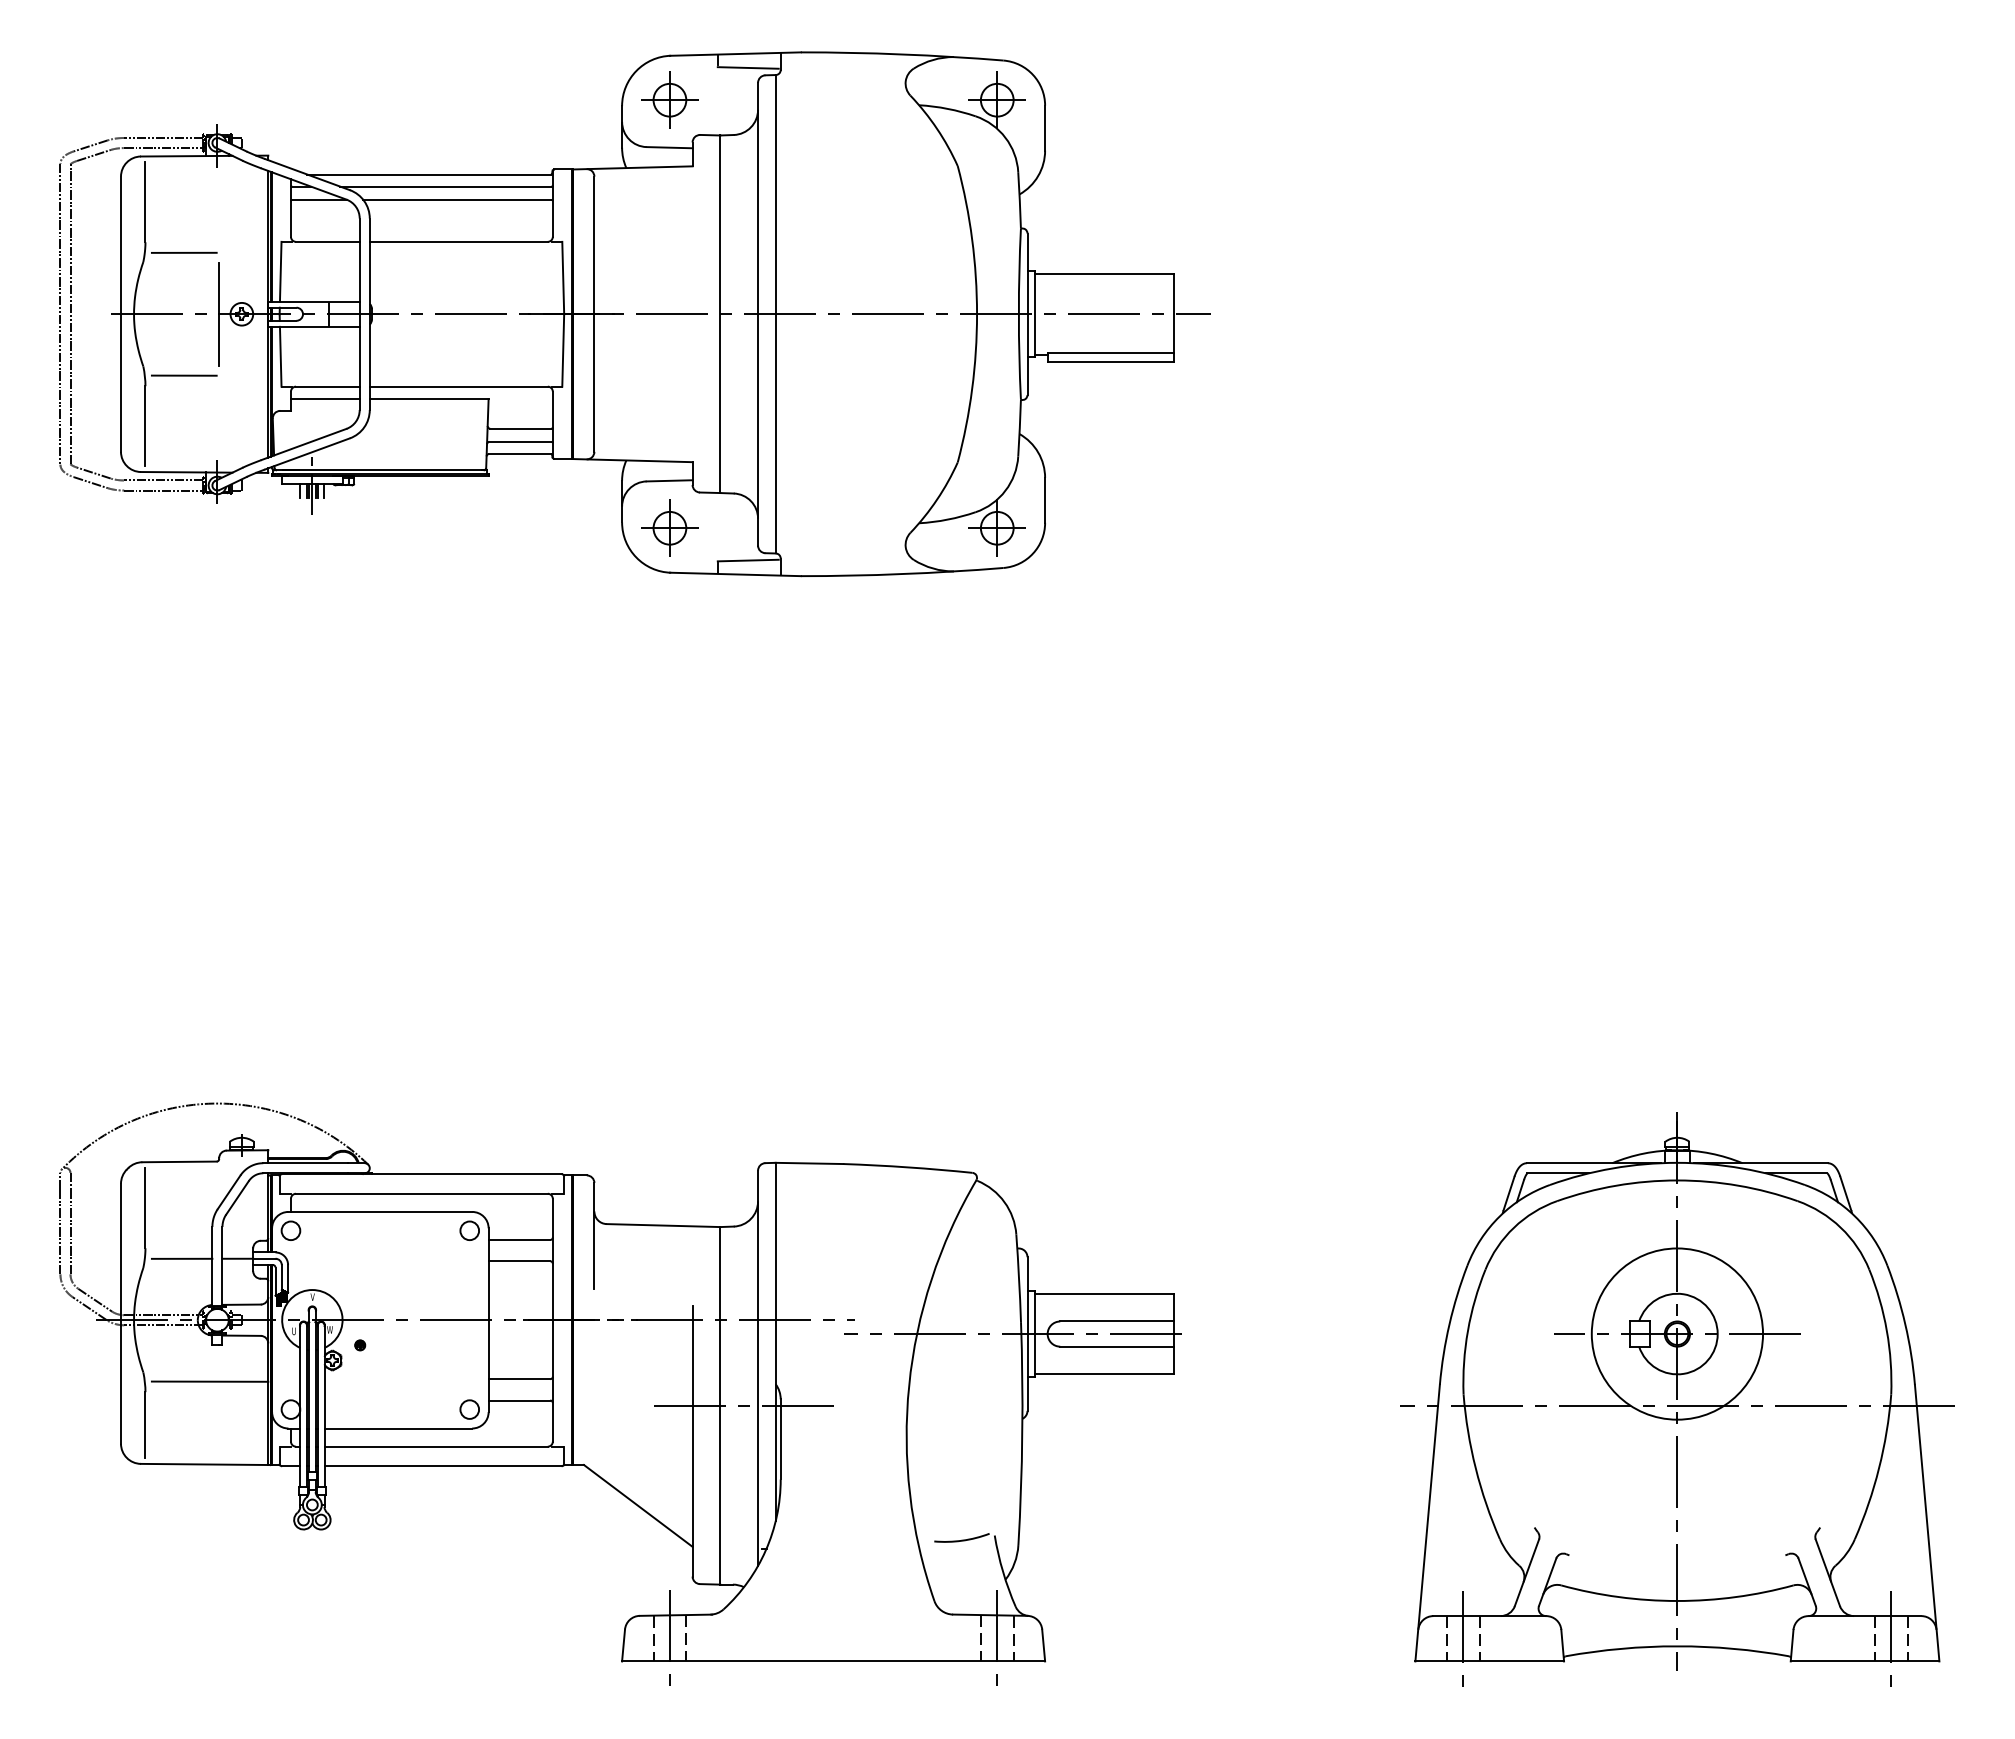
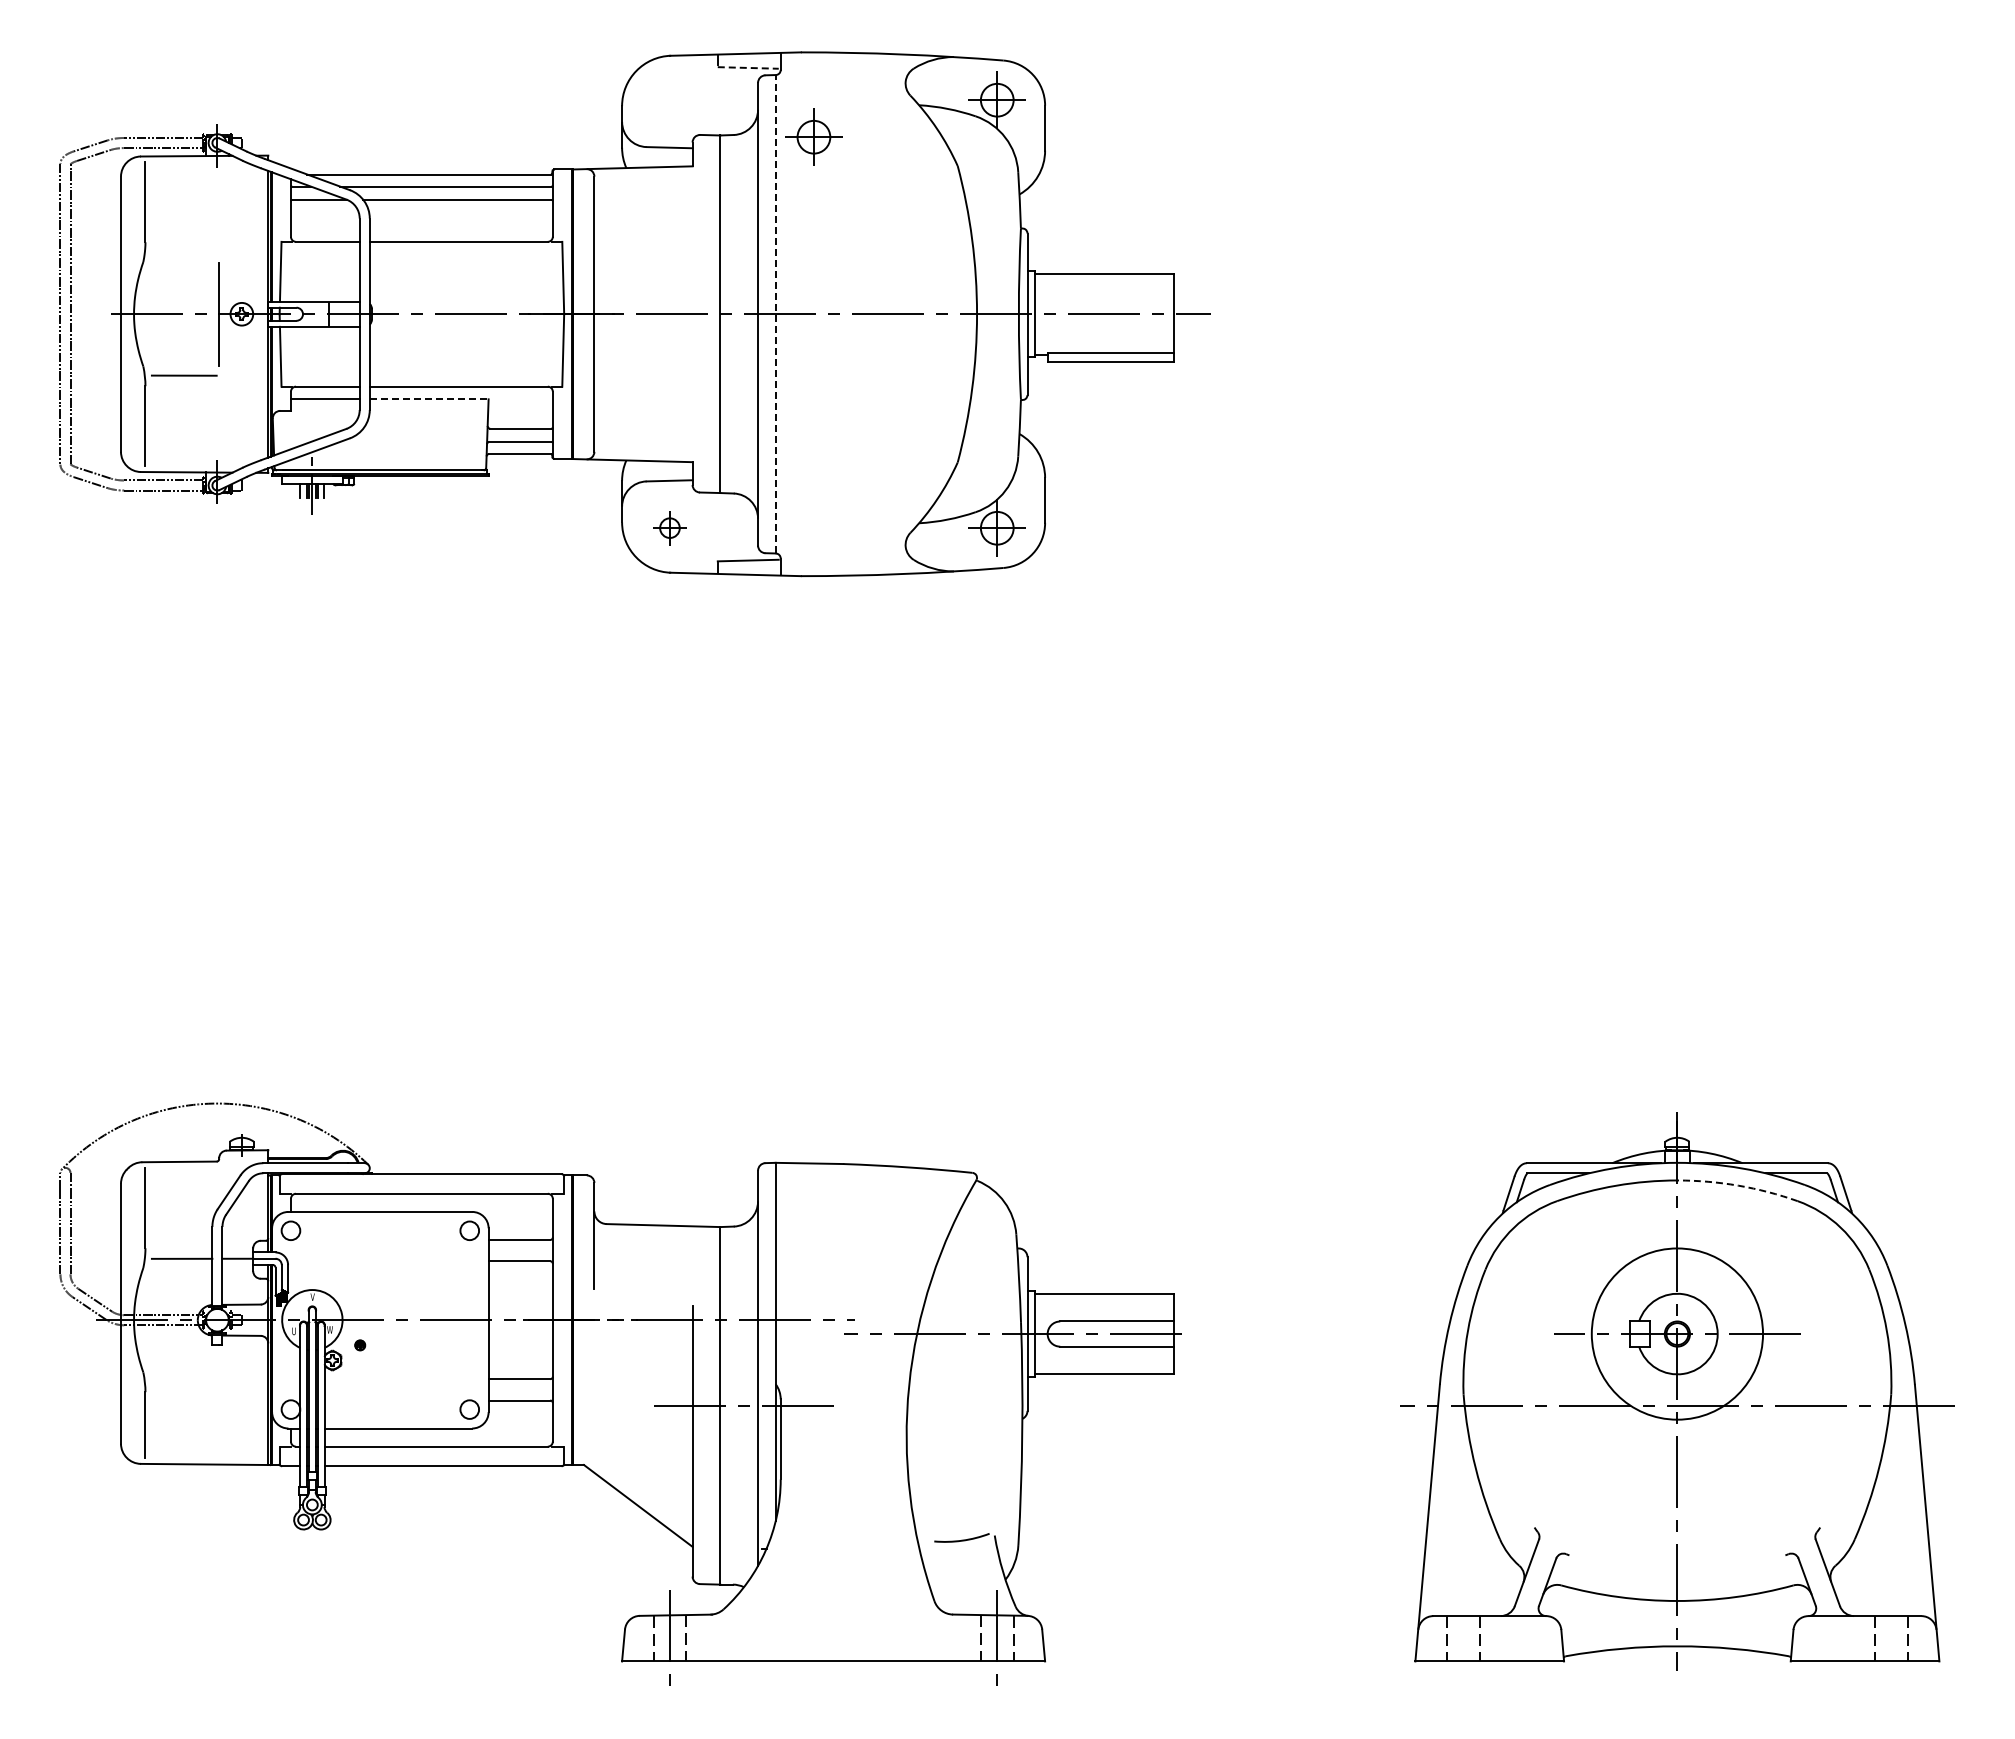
line at (748, 67): solid -> dashed
part at (669, 99) position: (669, 99) -> (813, 136)
line at (183, 252): present -> none
line at (775, 313): solid -> dashed
line at (429, 399): solid -> dashed
part at (669, 527) size: 58x58 px -> 34x35 px
arc at (1738, 1185): solid -> dashed
line at (209, 1381): present -> none
line at (1463, 1638): present -> none
line at (1891, 1638): present -> none
